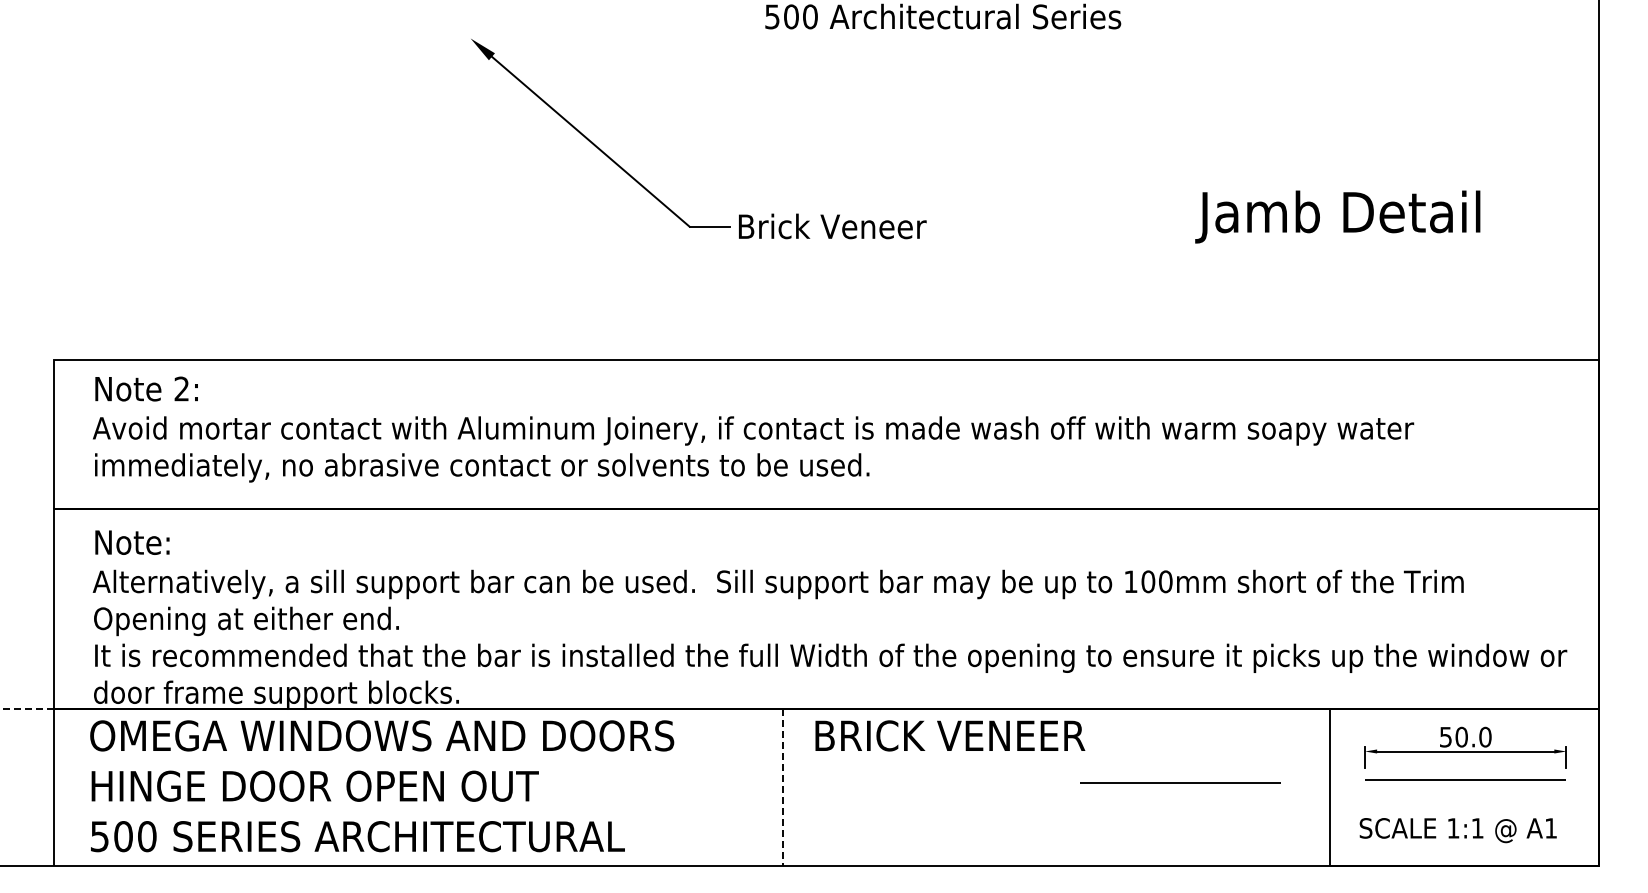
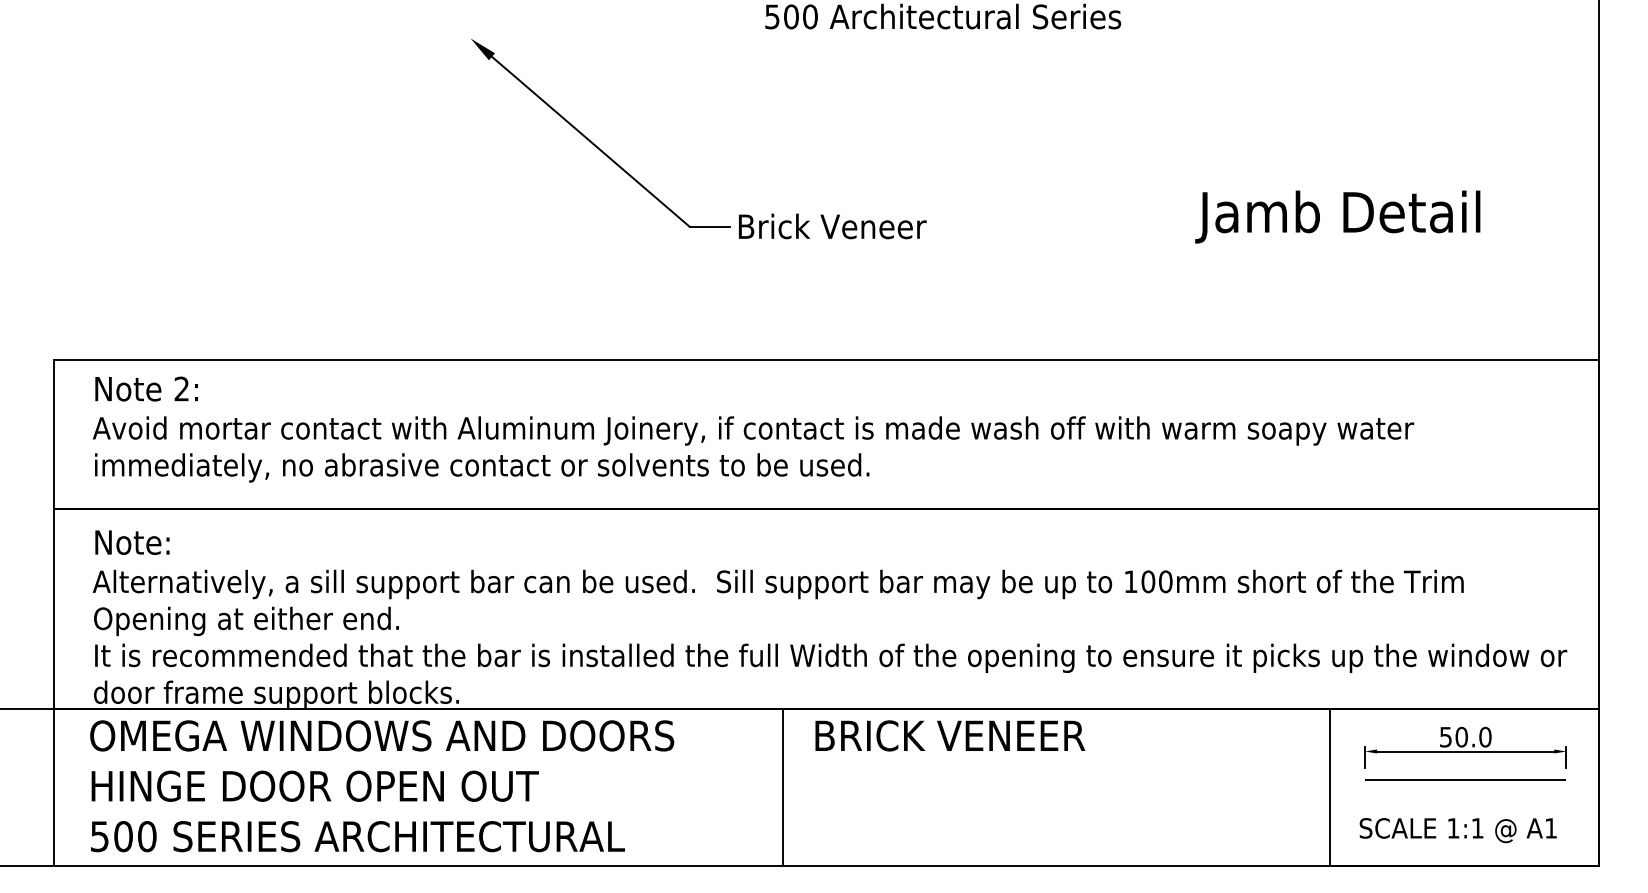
line at (26, 709): dashed -> solid
line at (1180, 782): present -> none
line at (782, 787): dashed -> solid
